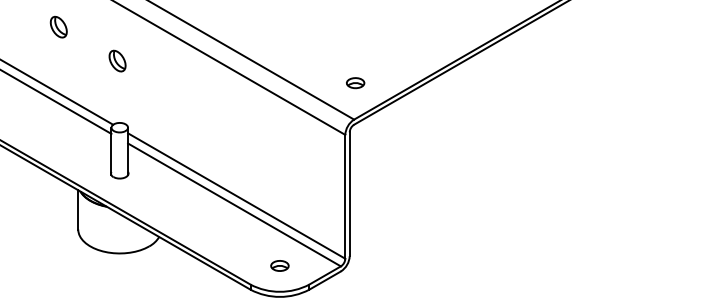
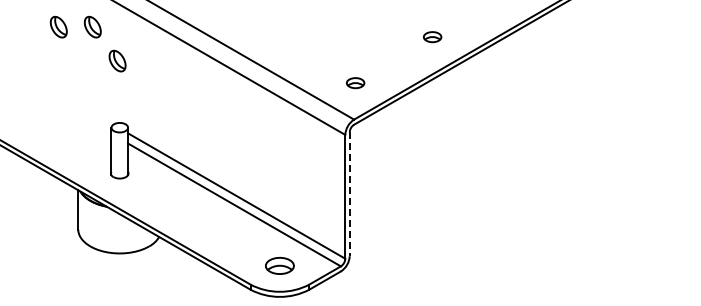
part at (92, 27): none -> present
part at (432, 37): none -> present
line at (57, 92): present -> none
line at (56, 101): present -> none
line at (349, 194): solid -> dashed
part at (279, 265) size: 20x12 px -> 30x19 px
